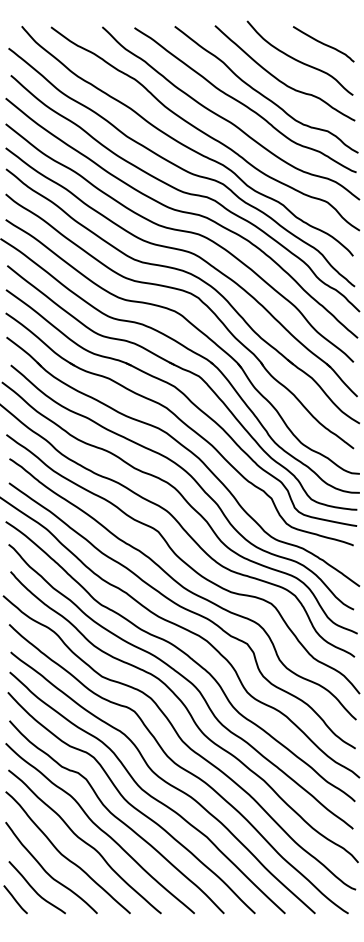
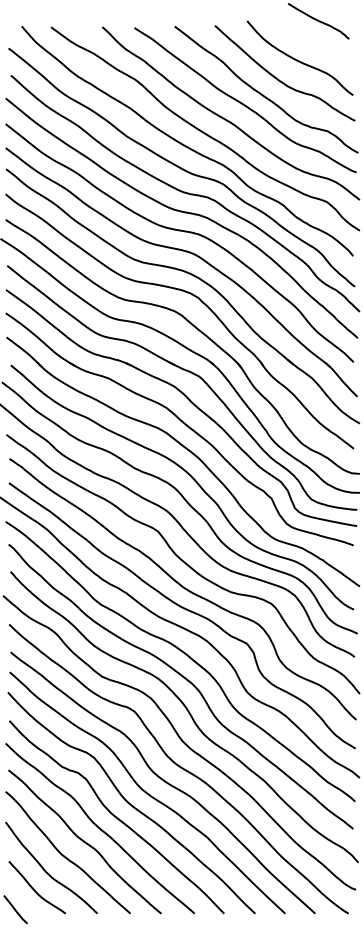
curve at (323, 44) position: (323, 44) -> (318, 21)
line at (15, 899) position: (15, 899) -> (15, 909)
